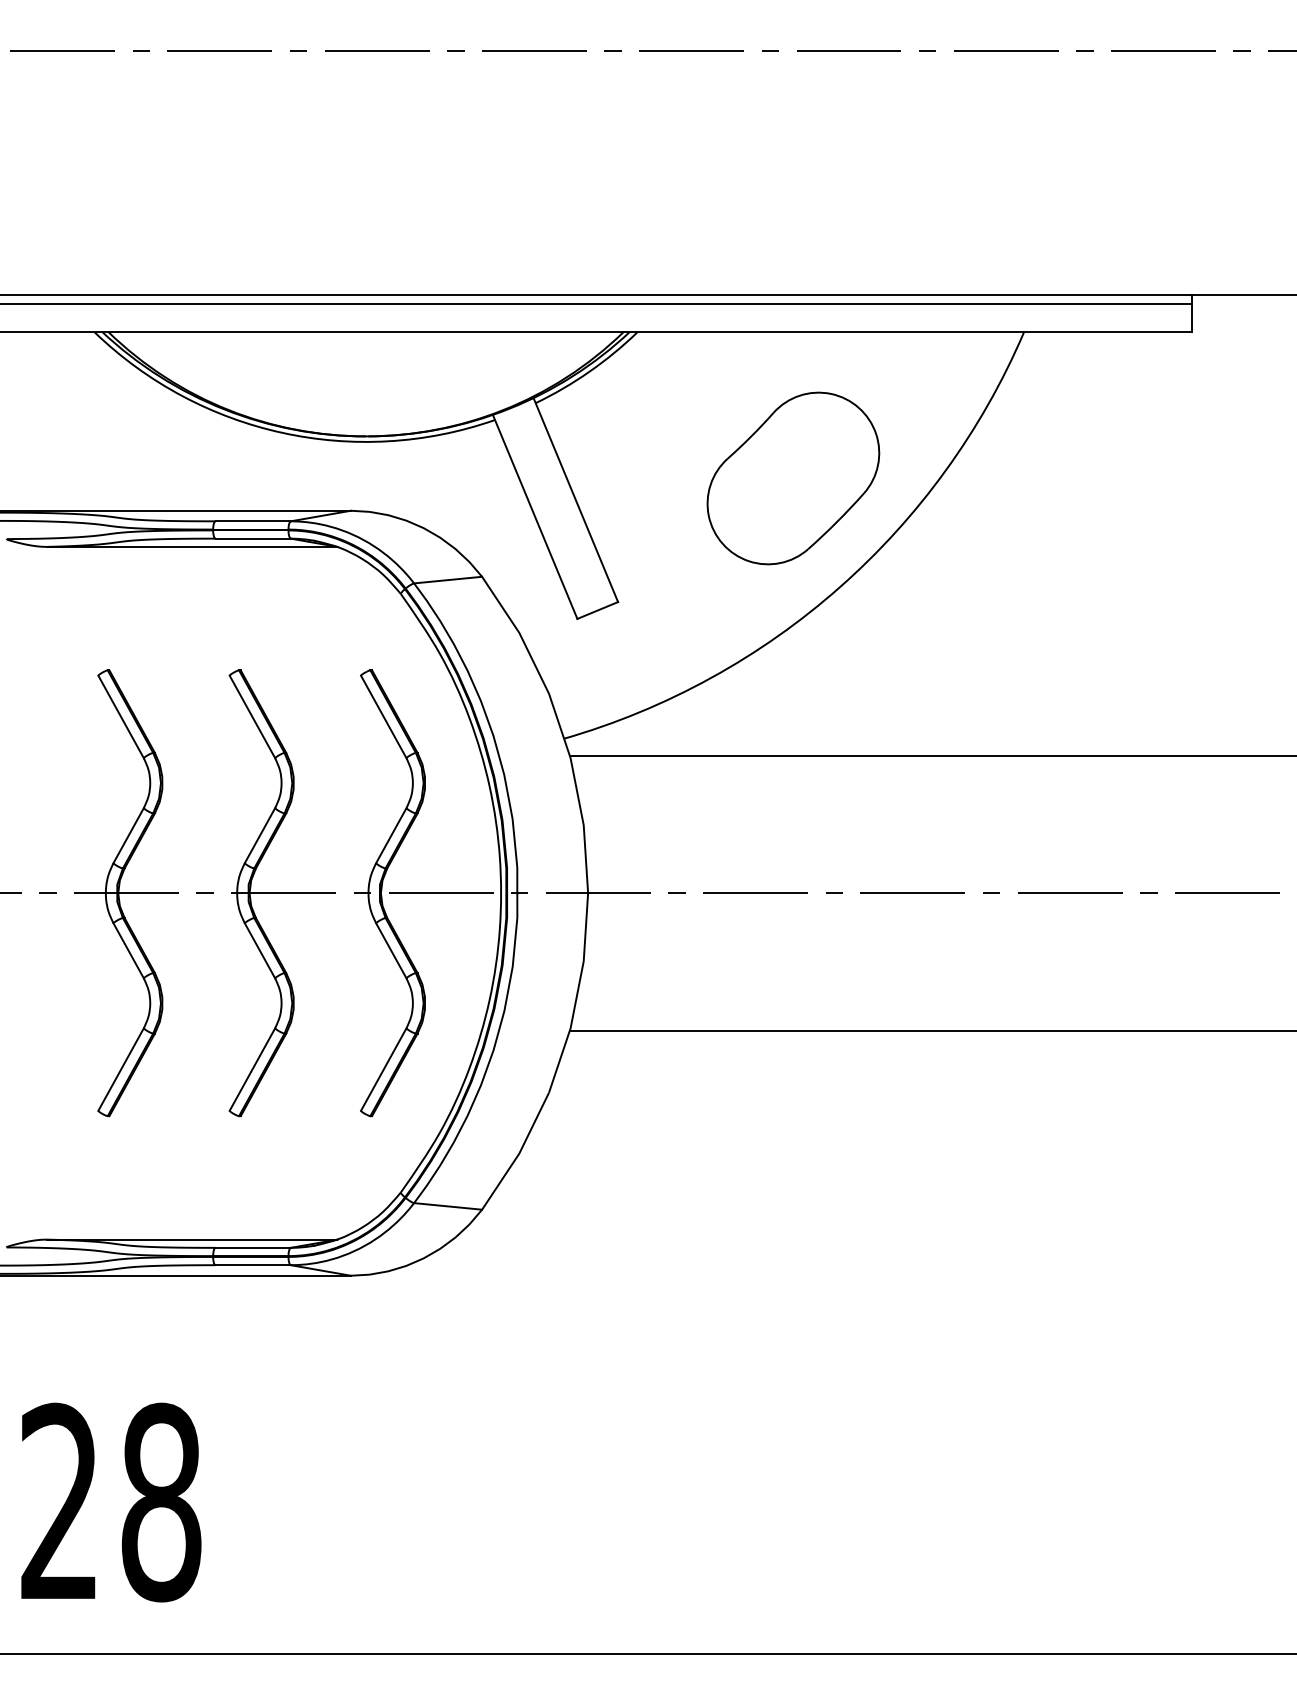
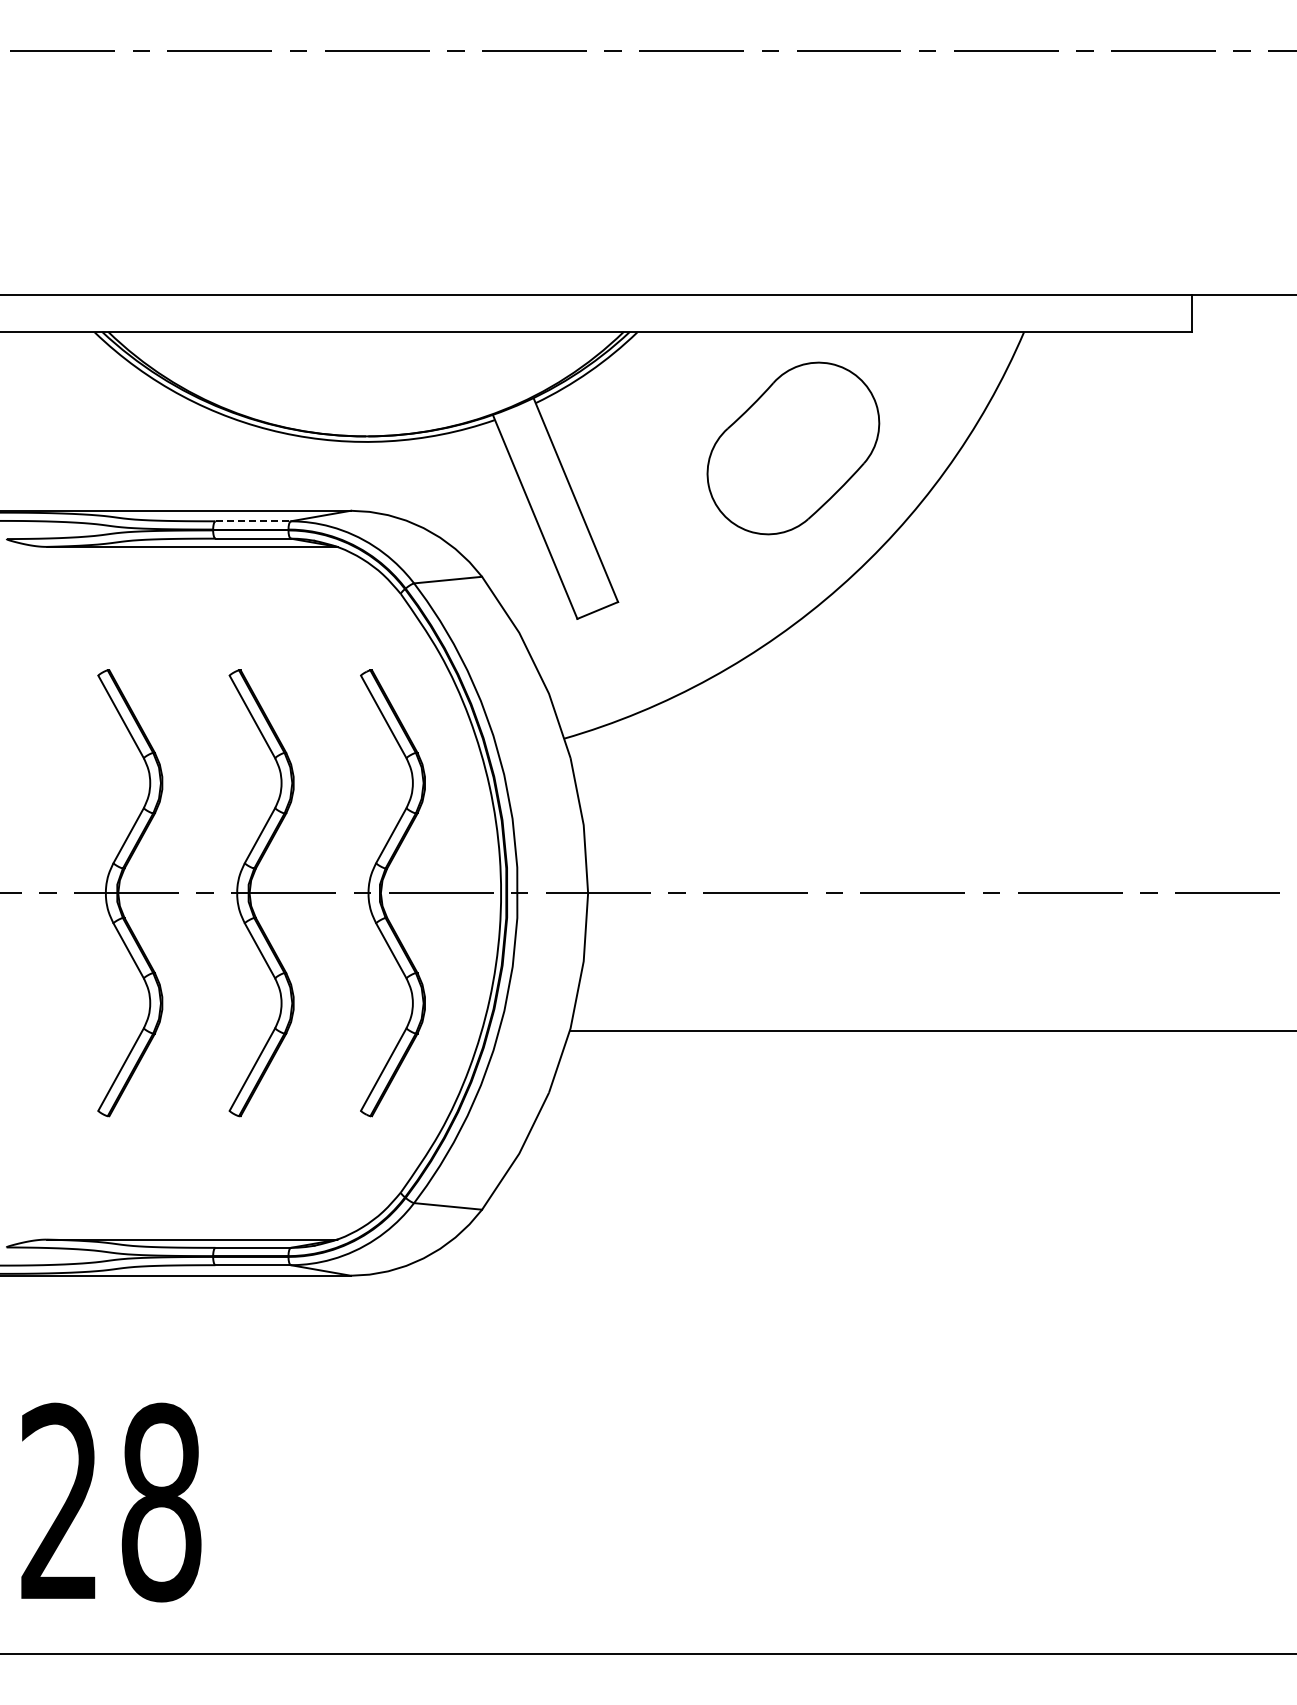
line at (596, 304): present -> none
part at (793, 478) position: (793, 478) -> (793, 448)
line at (253, 521): solid -> dashed
line at (931, 755): present -> none
